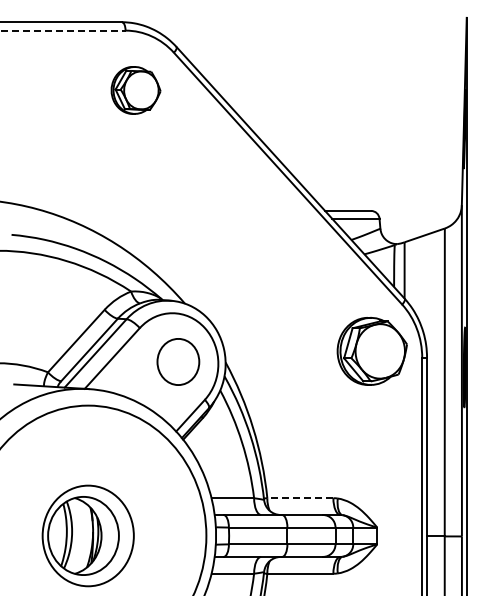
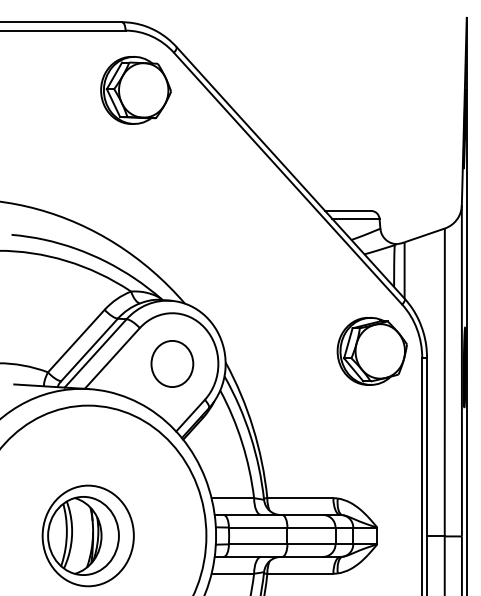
line at (63, 30): dashed -> solid
part at (135, 90) size: 52x49 px -> 72x69 px
part at (178, 361) position: (178, 361) -> (172, 363)
line at (299, 498): dashed -> solid
